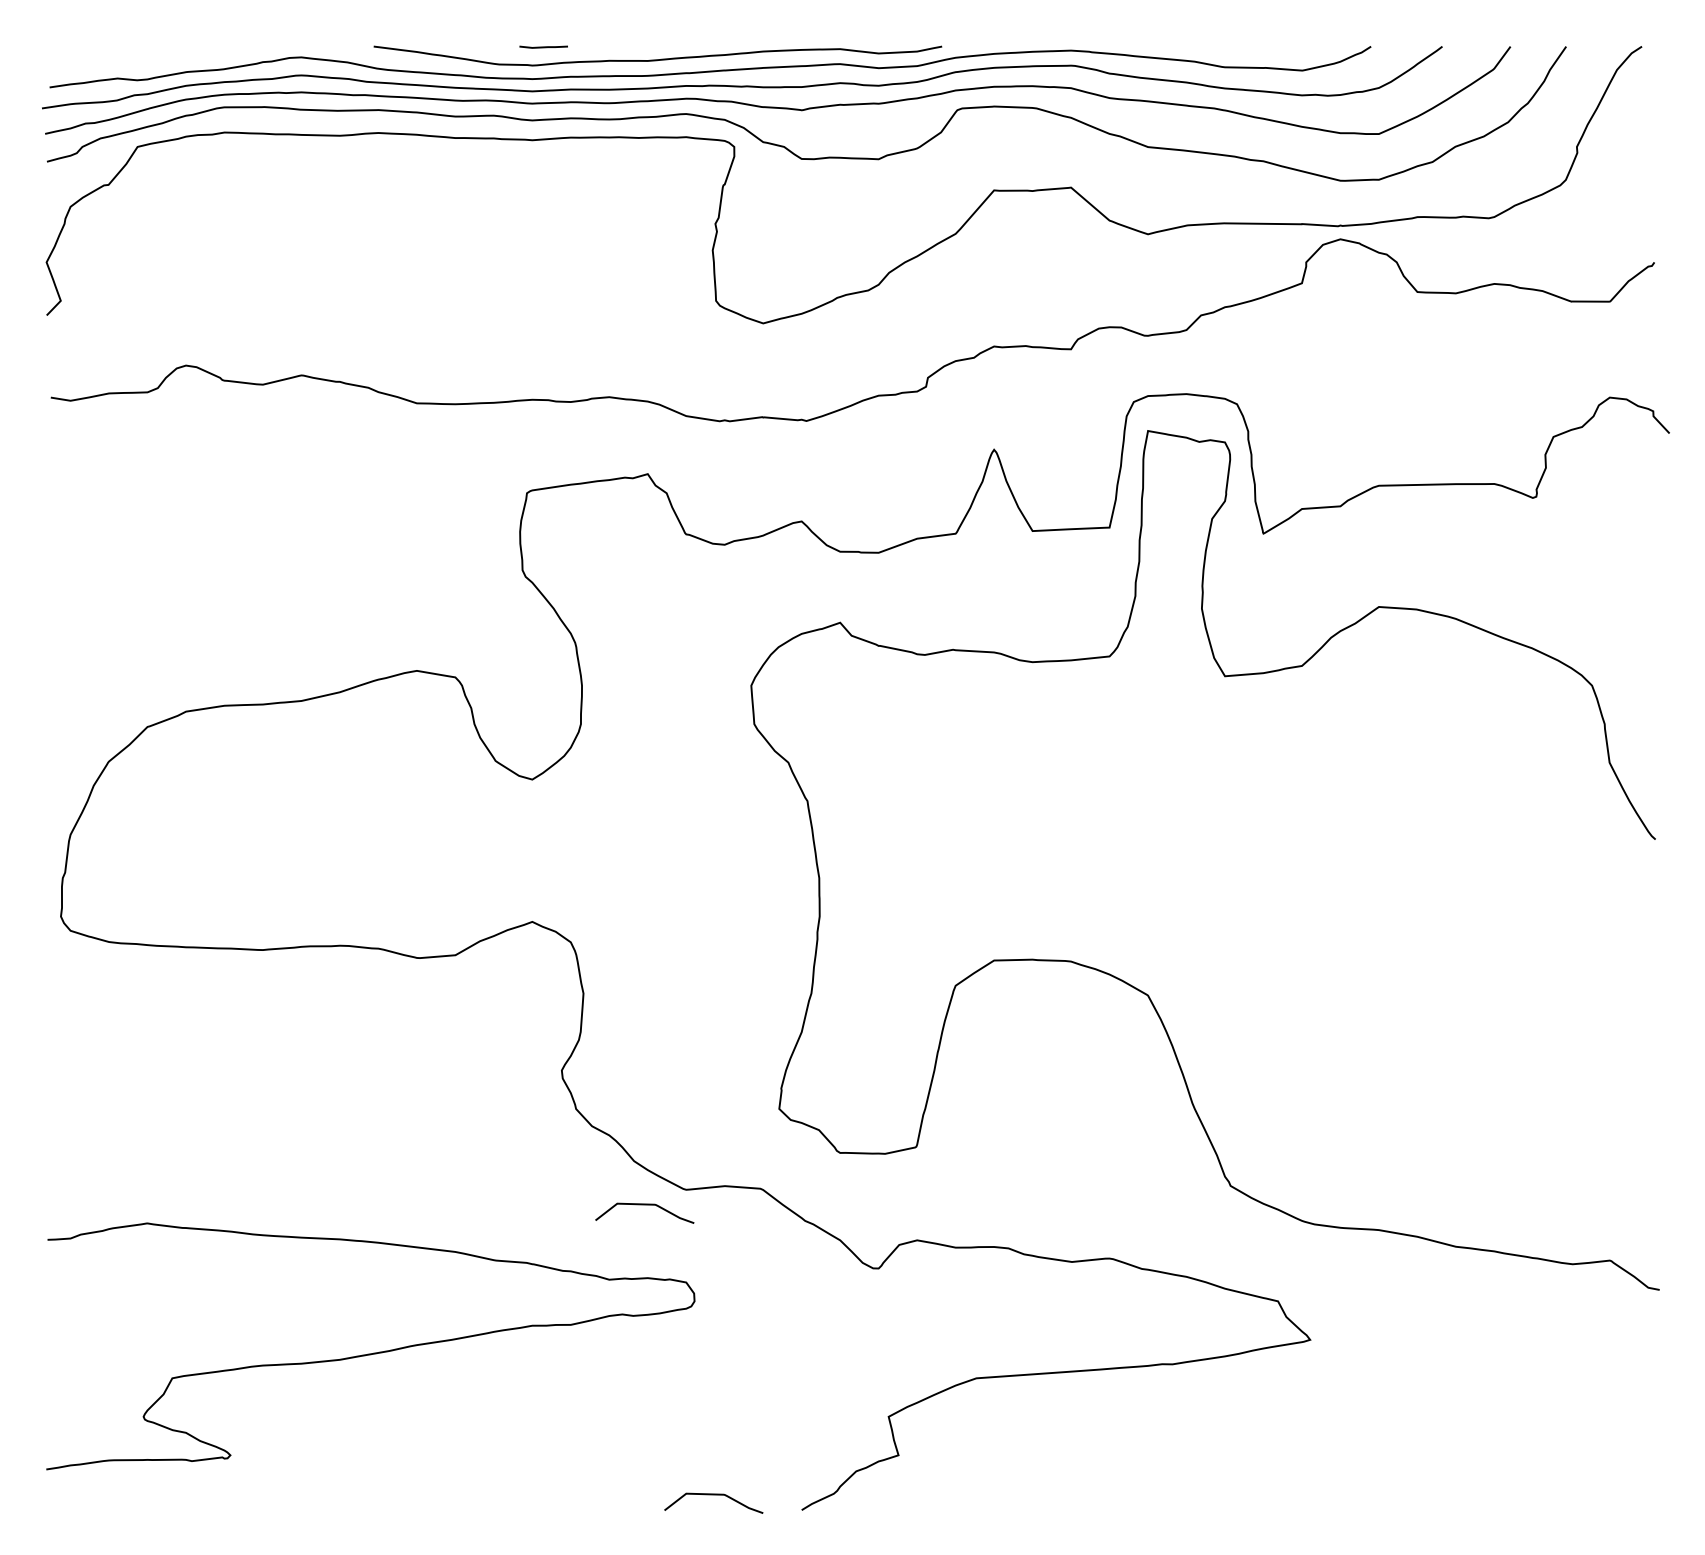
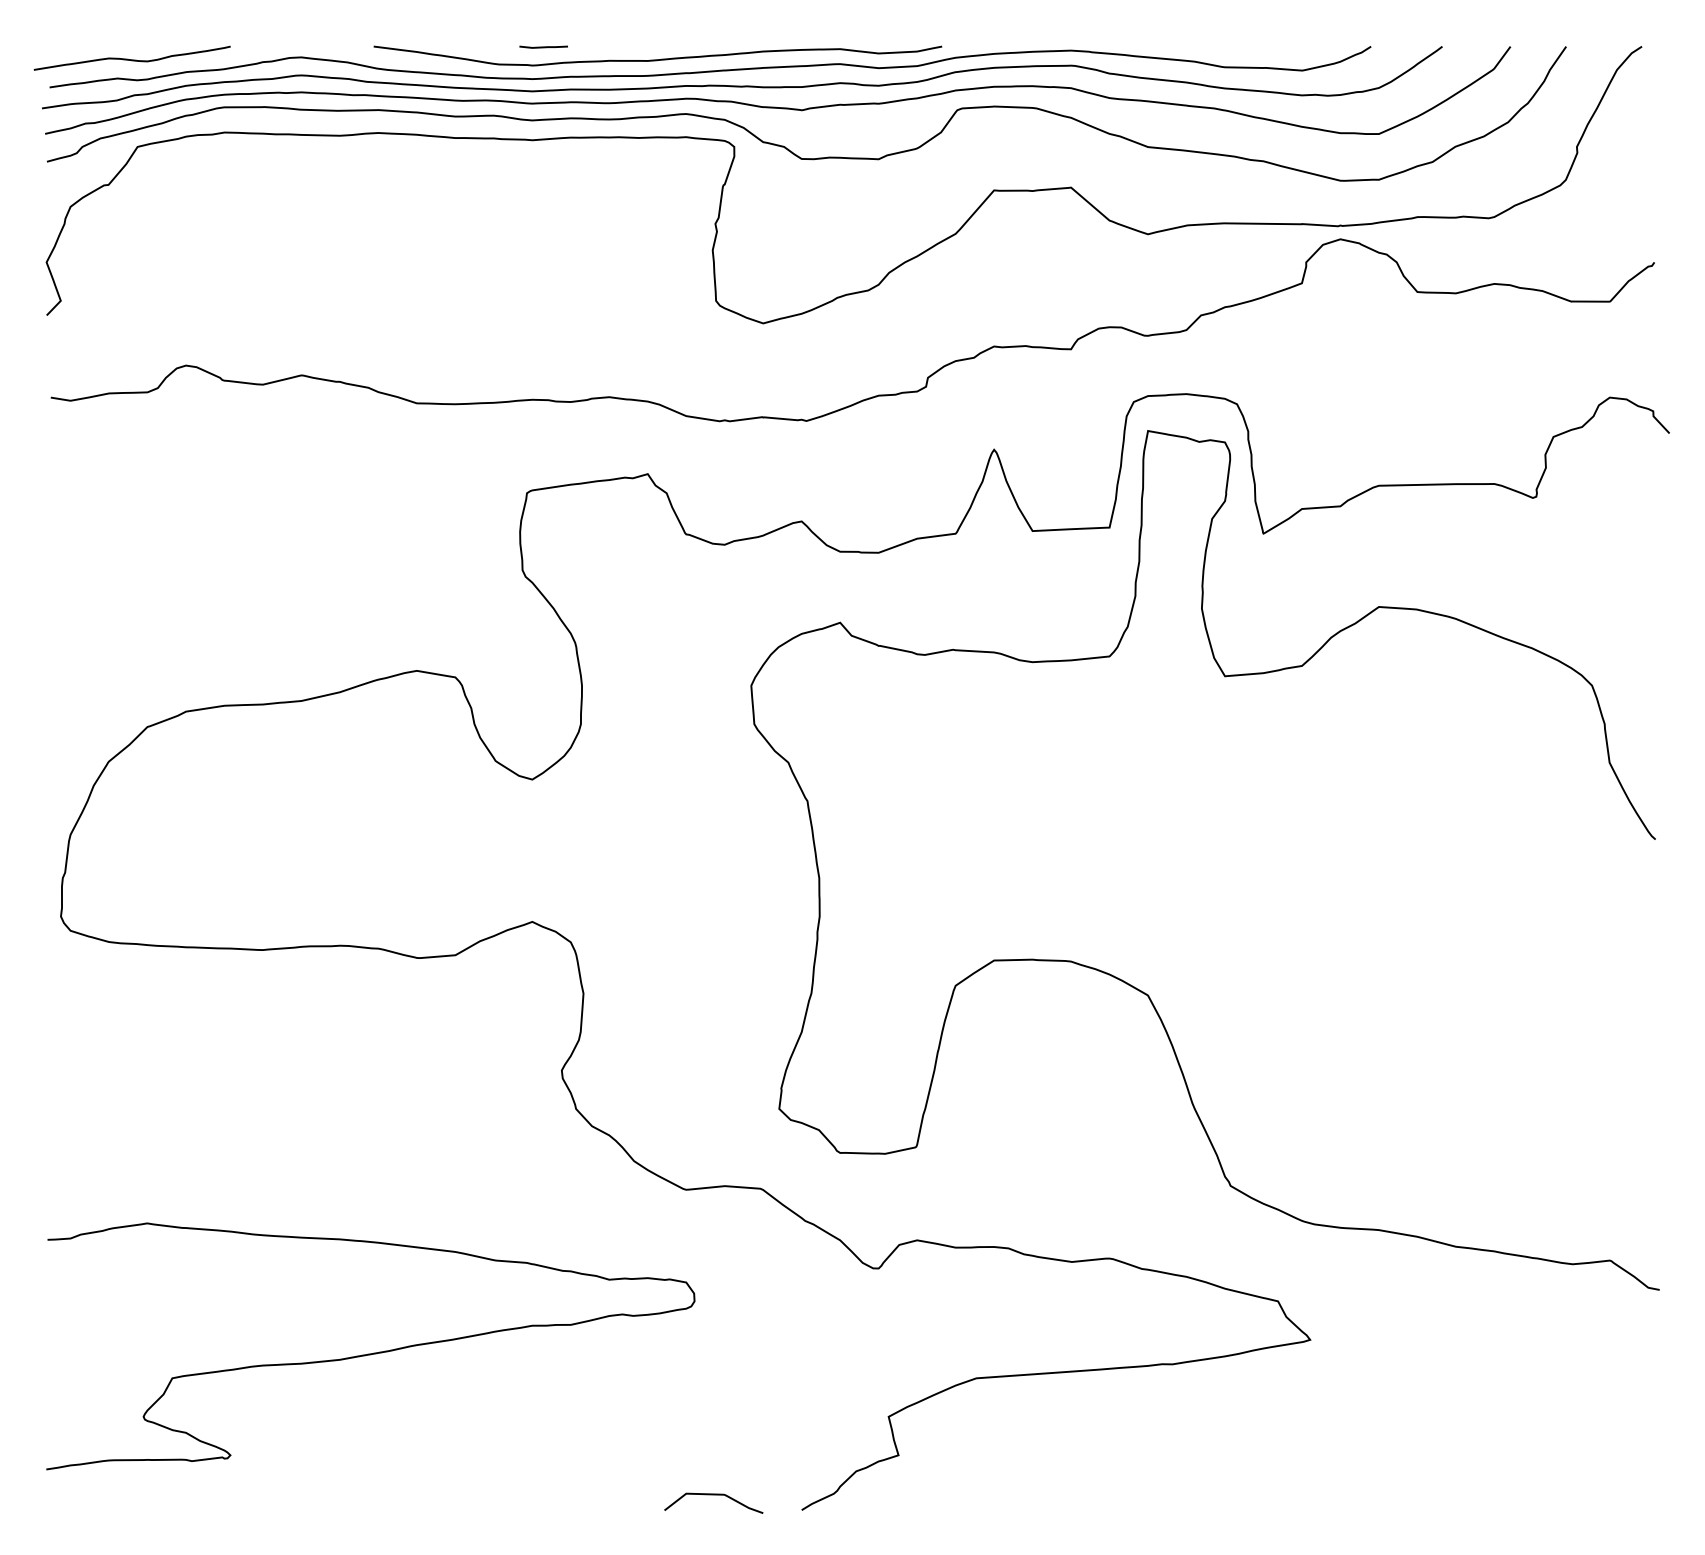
curve at (131, 59): none -> present
curve at (644, 1205): present -> none
